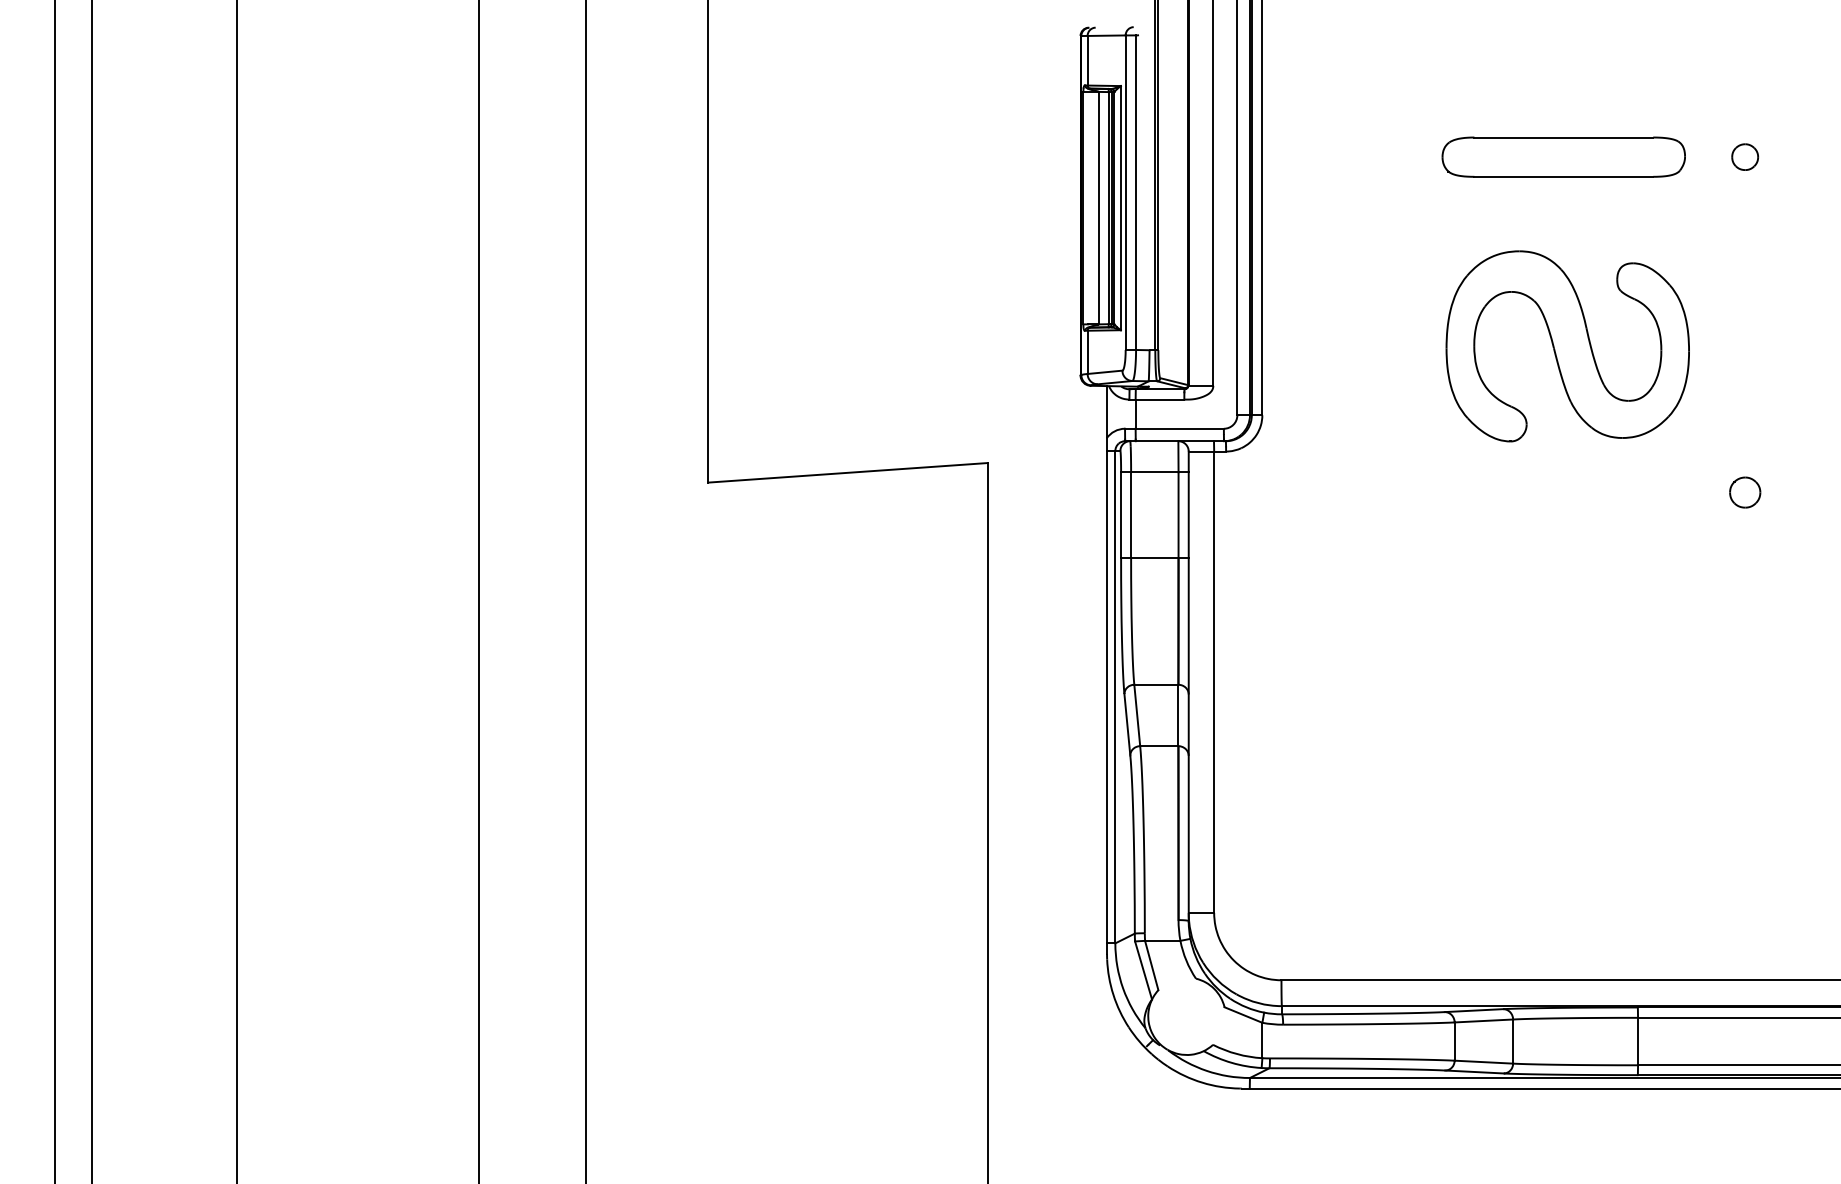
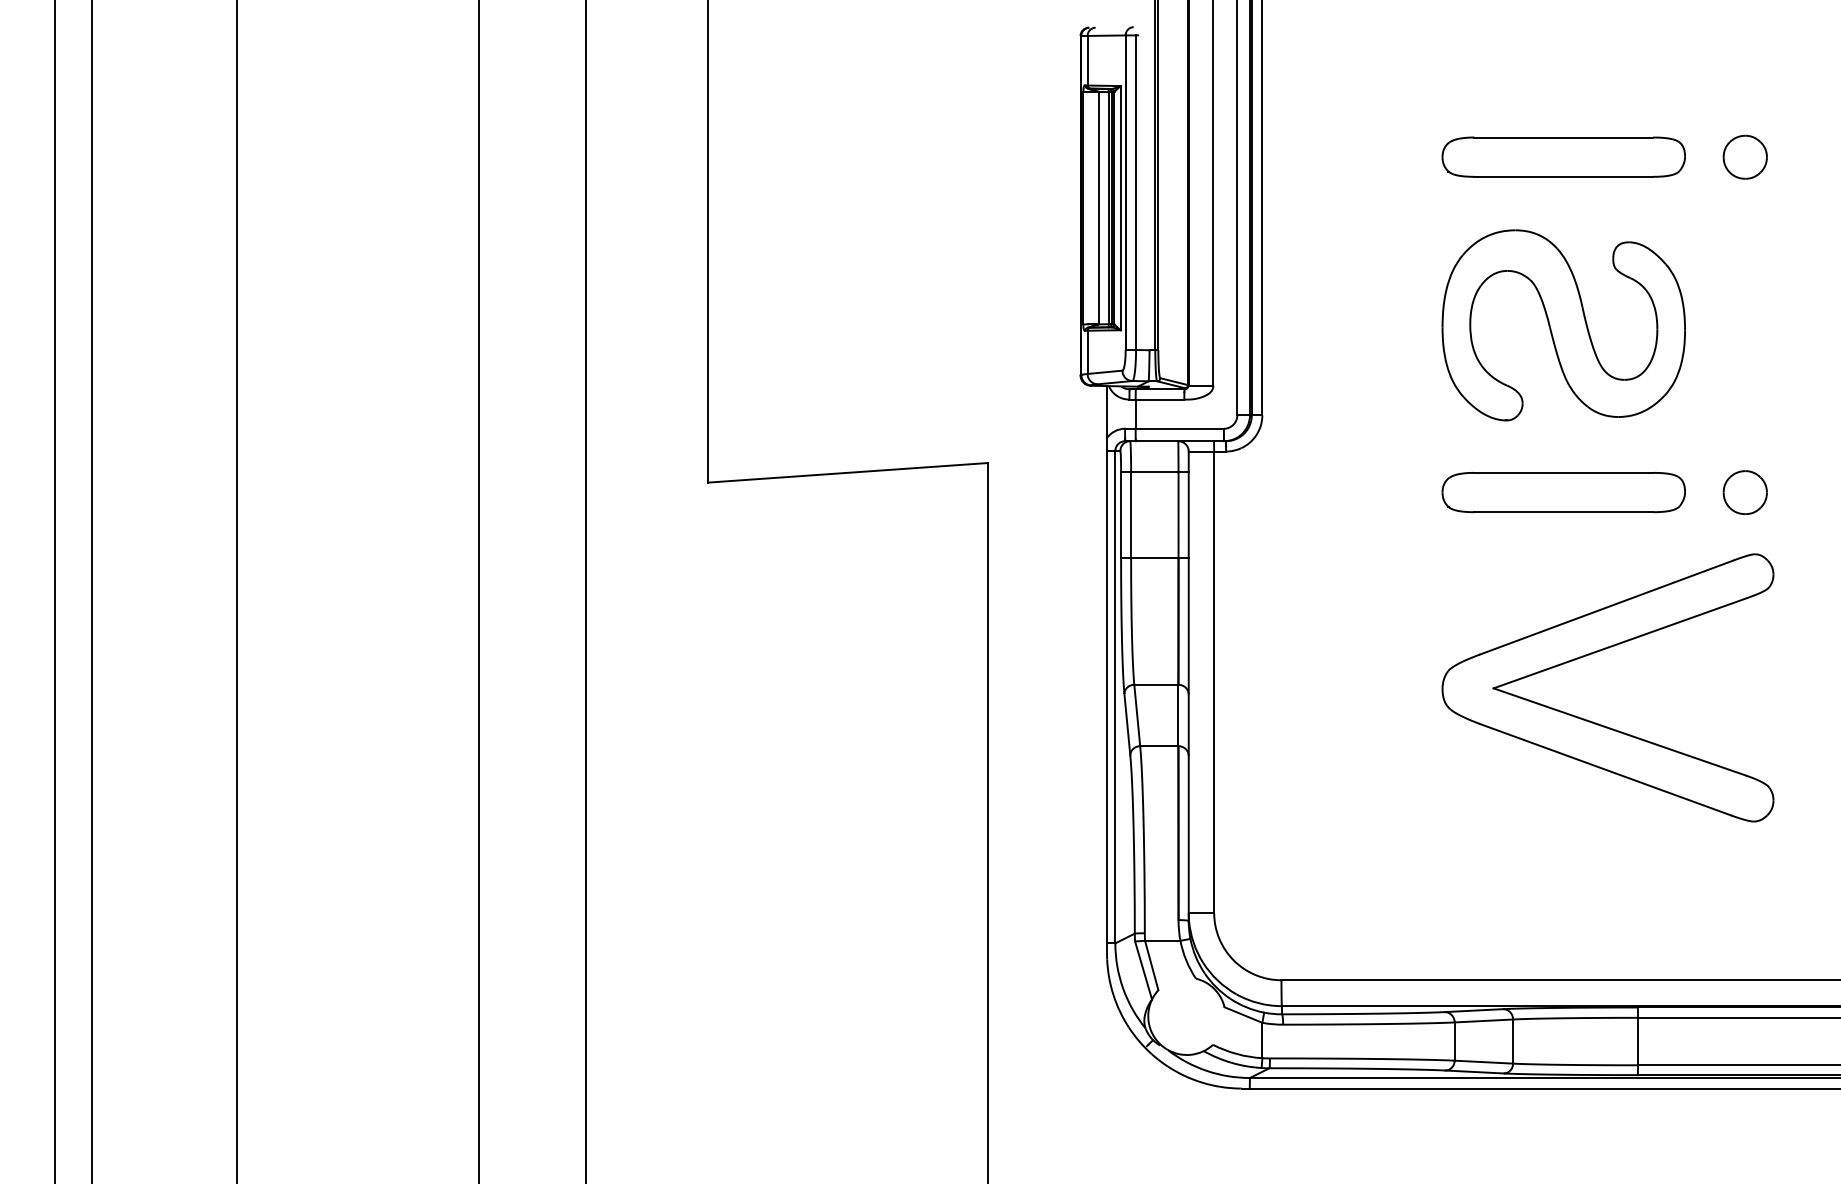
part at (1744, 156) size: 28x28 px -> 46x46 px
part at (1567, 346) position: (1567, 346) -> (1563, 325)
part at (1563, 492): none -> present
part at (1745, 492) size: 33x33 px -> 46x45 px
part at (1595, 653): none -> present
